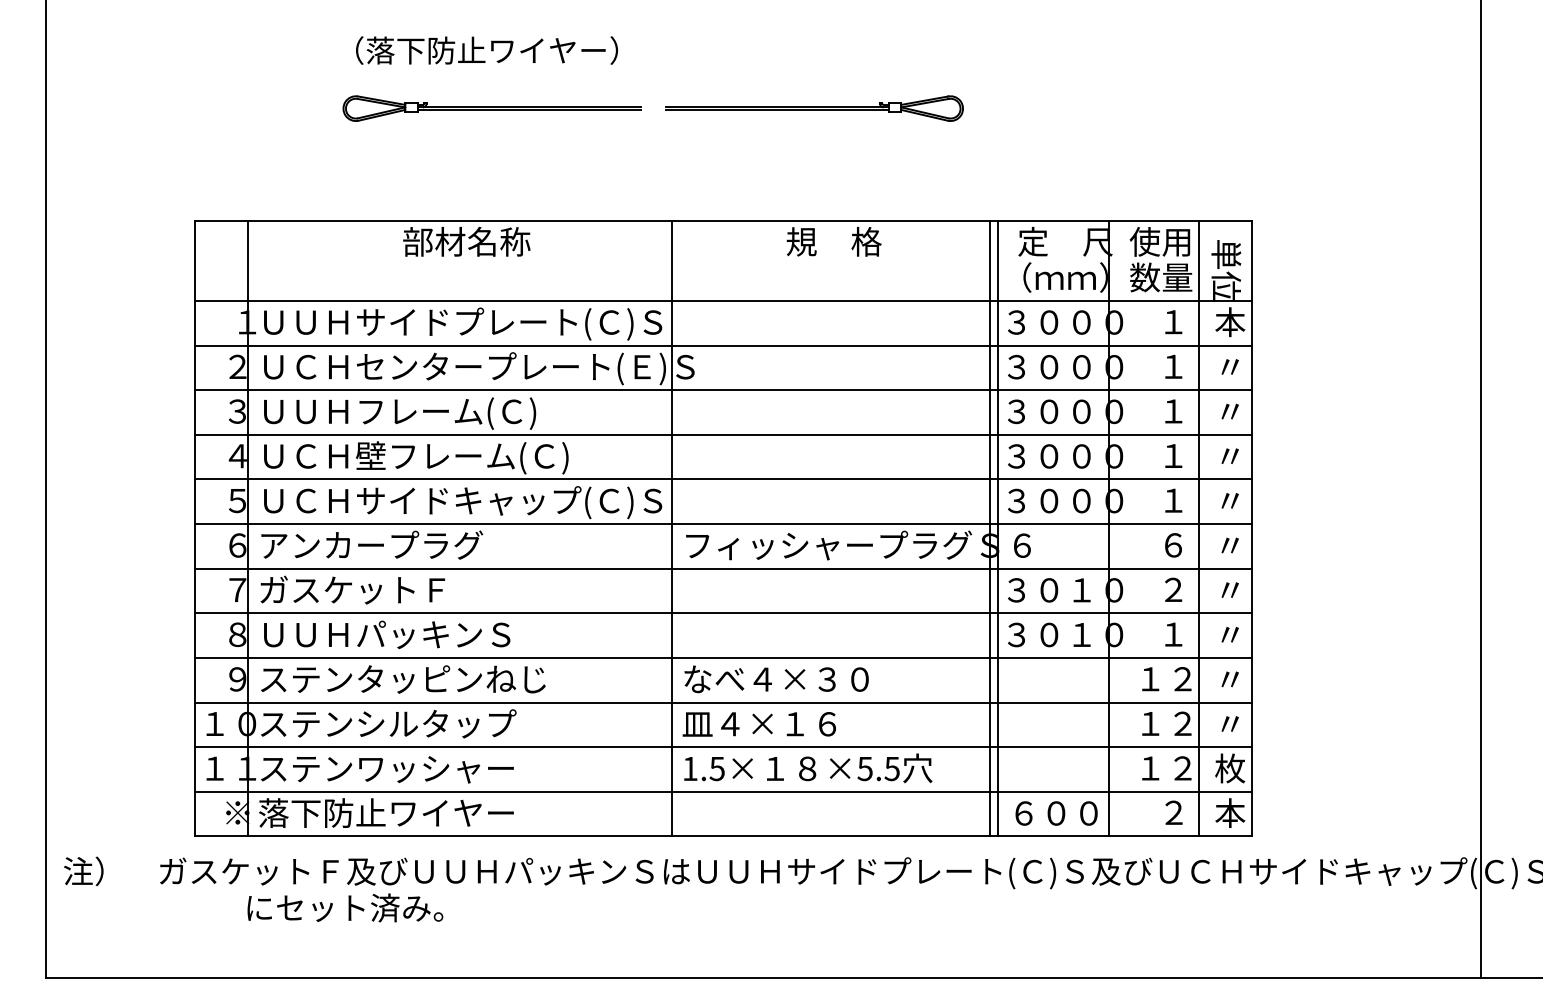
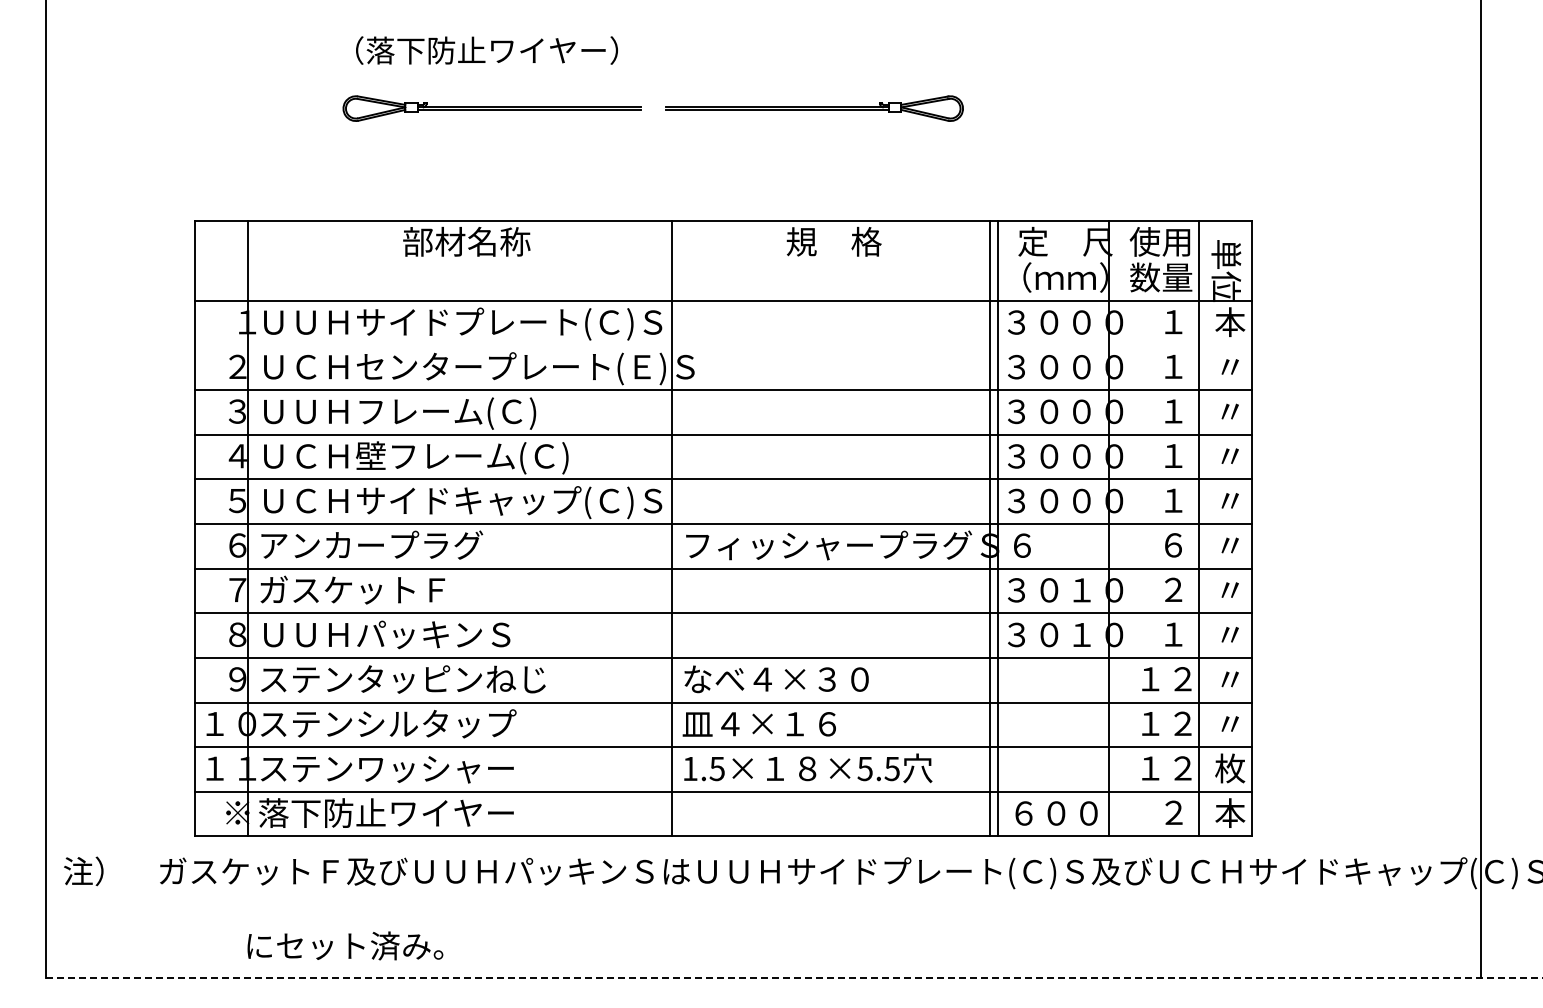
line at (723, 345): present -> none
text at (345, 907) position: (345, 907) -> (345, 945)
line at (794, 977): solid -> dashed
